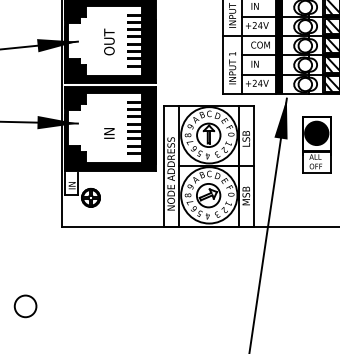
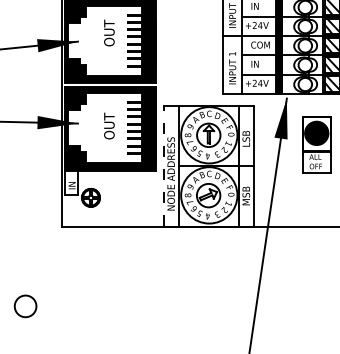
text at (109, 41) position: (109, 41) -> (109, 32)
text at (109, 125): IN -> OUT
line at (163, 165): solid -> dashed
